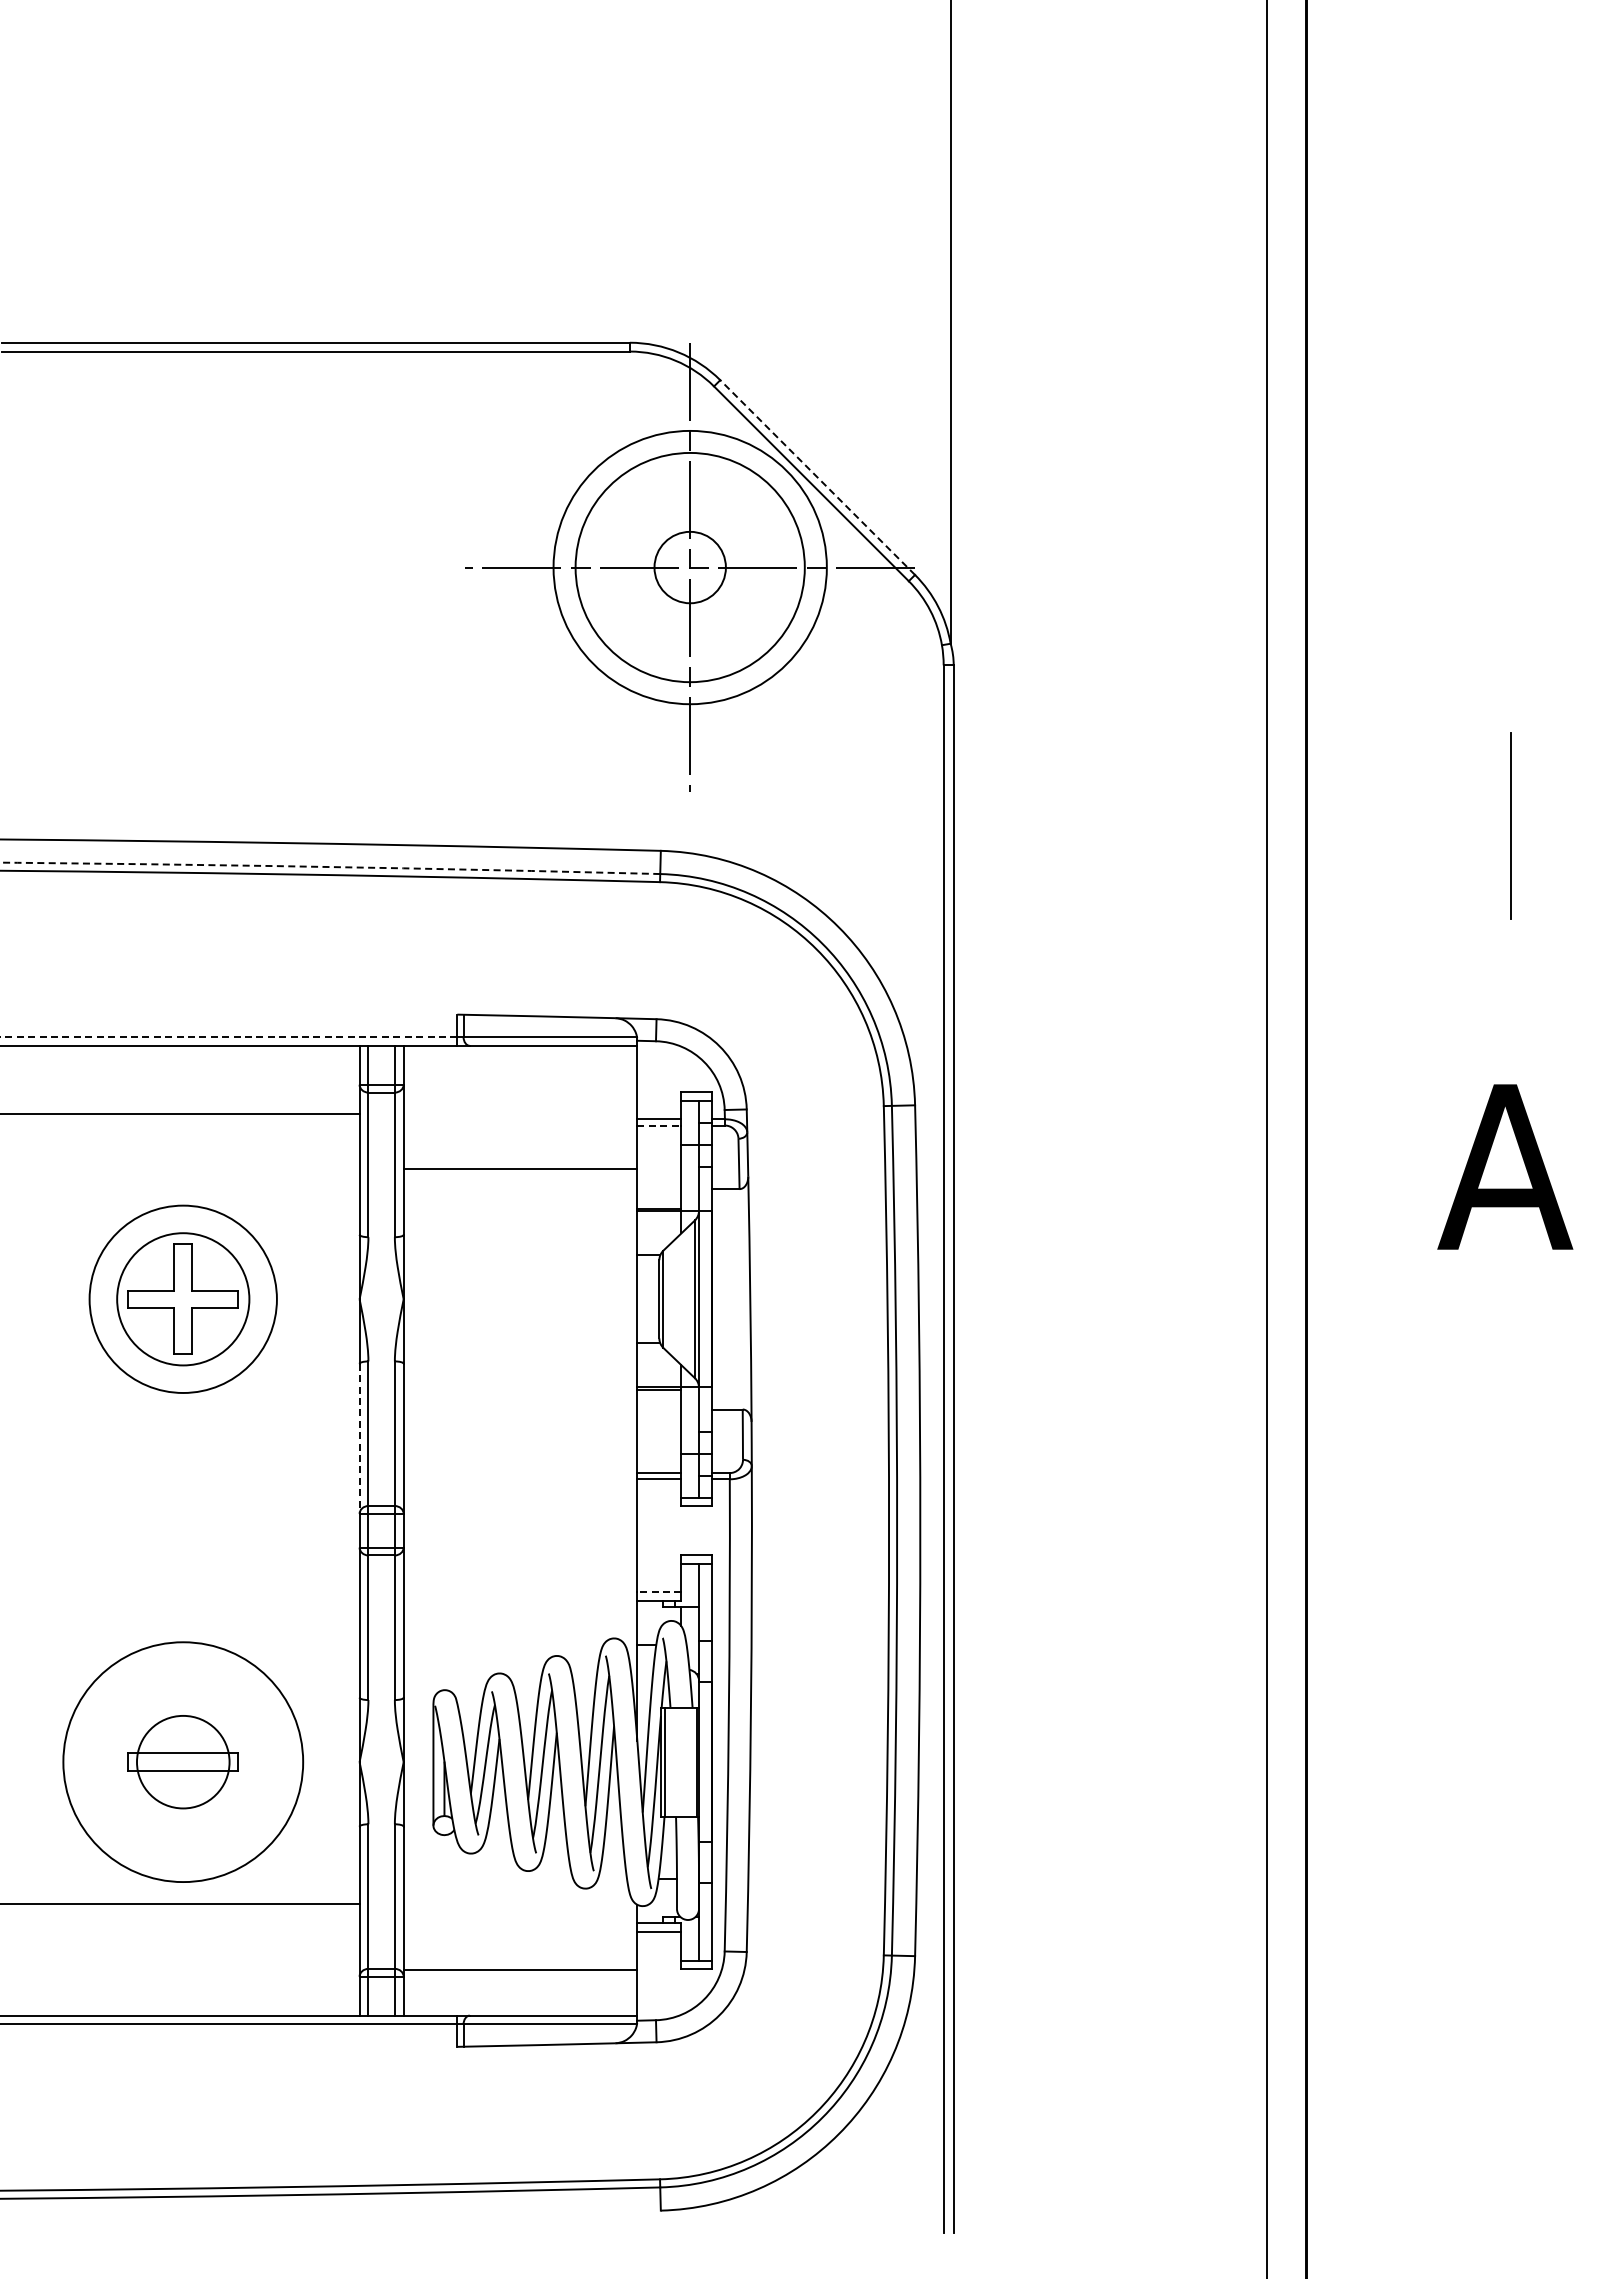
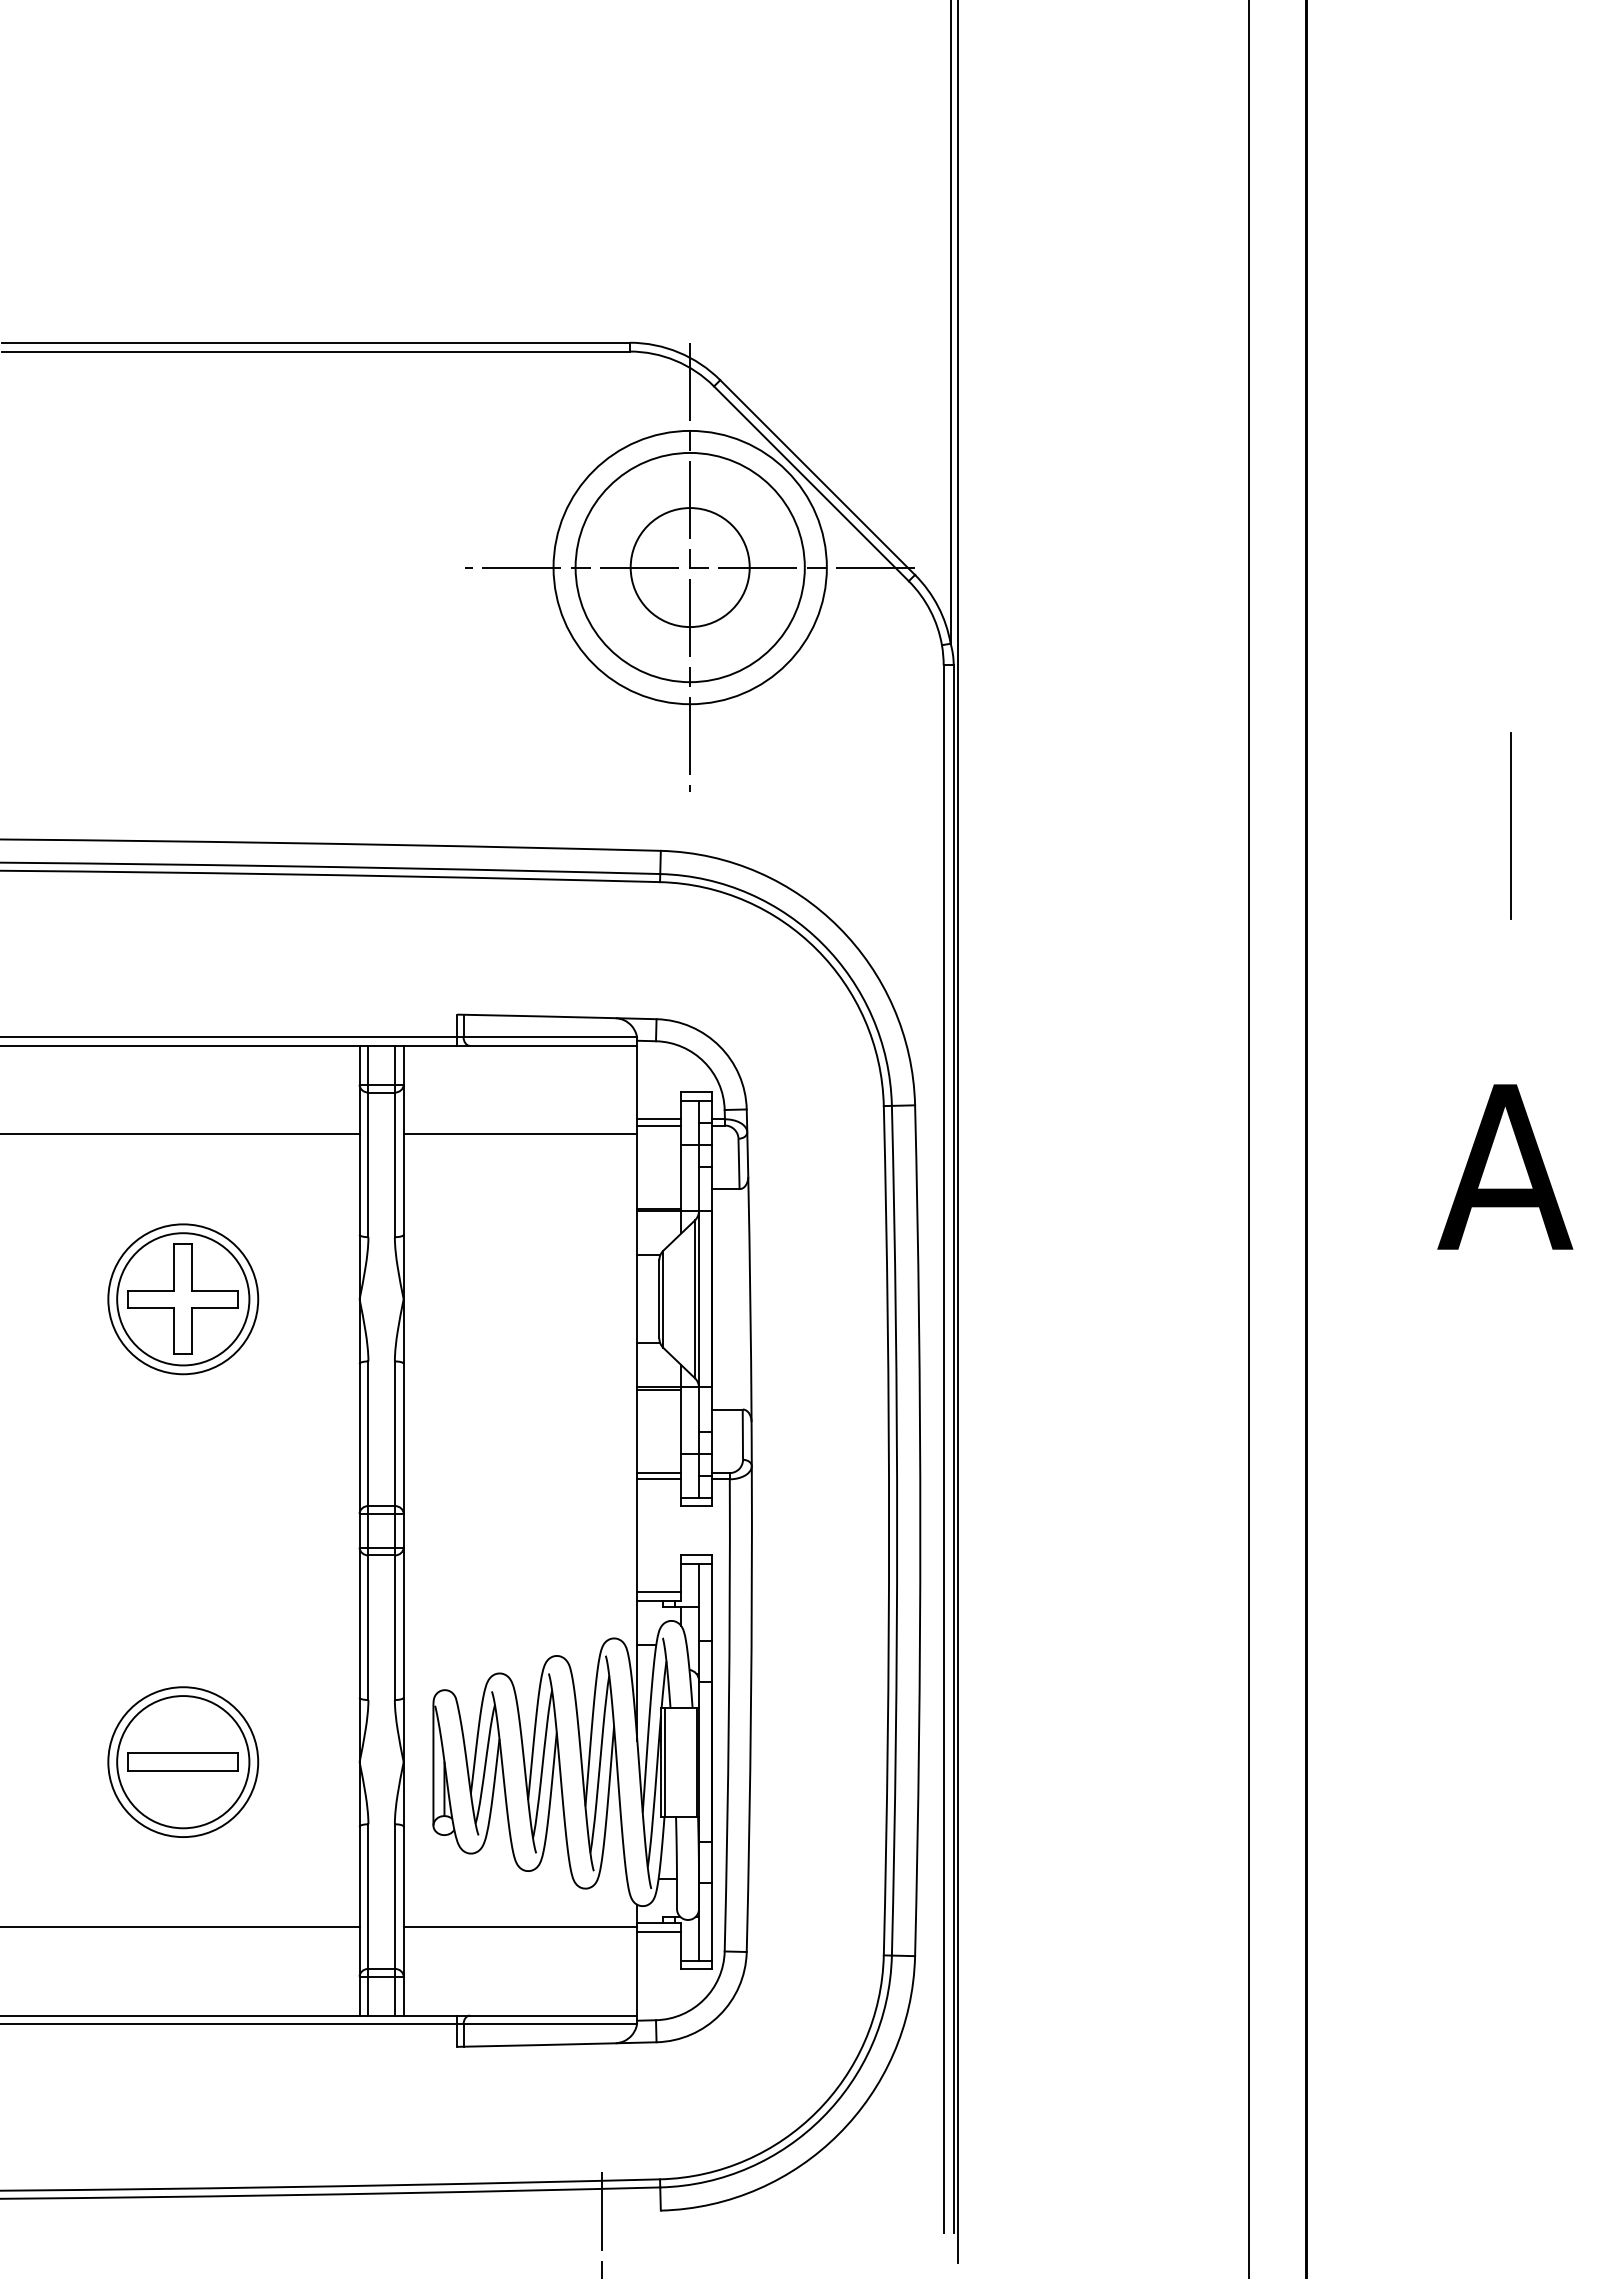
line at (817, 477): dashed -> solid
circle at (689, 567) diameter: 71 px -> 119 px
arc at (329, 867): dashed -> solid
line at (228, 1037): dashed -> solid
line at (180, 1114) position: (180, 1114) -> (180, 1134)
line at (659, 1125): dashed -> solid
line at (958, 1132): none -> present
line at (1267, 1138) position: (1267, 1138) -> (1249, 1138)
line at (520, 1169) position: (520, 1169) -> (520, 1134)
circle at (182, 1298) diameter: 187 px -> 150 px
line at (359, 1439): dashed -> solid
line at (658, 1592): dashed -> solid
circle at (183, 1761) diameter: 93 px -> 132 px
circle at (183, 1762) diameter: 240 px -> 150 px
line at (180, 1904) position: (180, 1904) -> (180, 1927)
line at (520, 1970) position: (520, 1970) -> (520, 1927)
line at (602, 2223): none -> present
